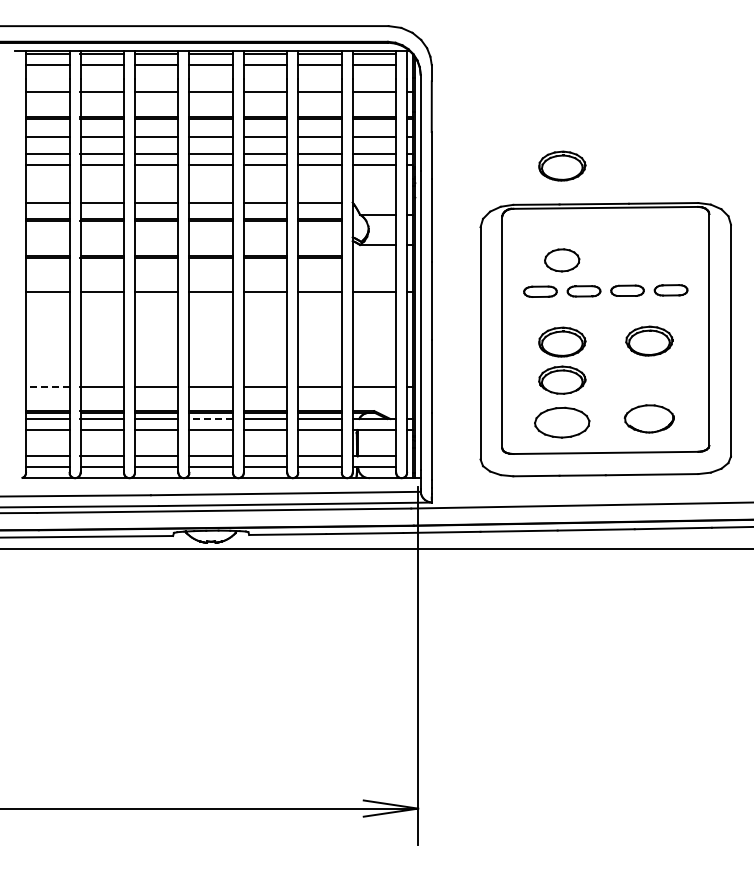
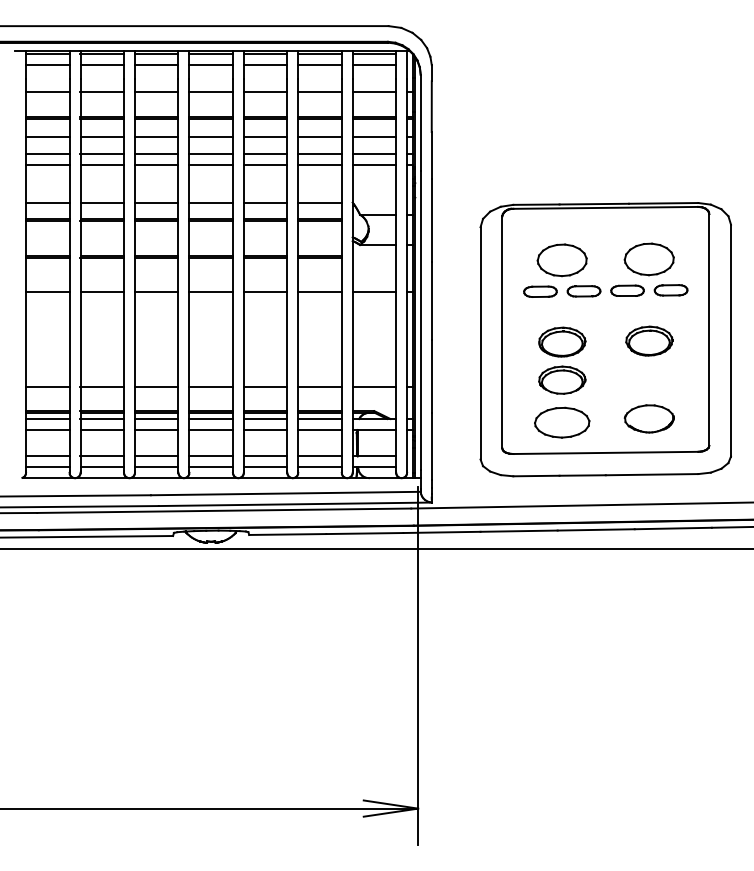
part at (562, 165): present -> none
part at (648, 259): none -> present
part at (562, 260) size: 37x25 px -> 52x35 px
line at (47, 387): dashed -> solid
line at (211, 419): dashed -> solid
